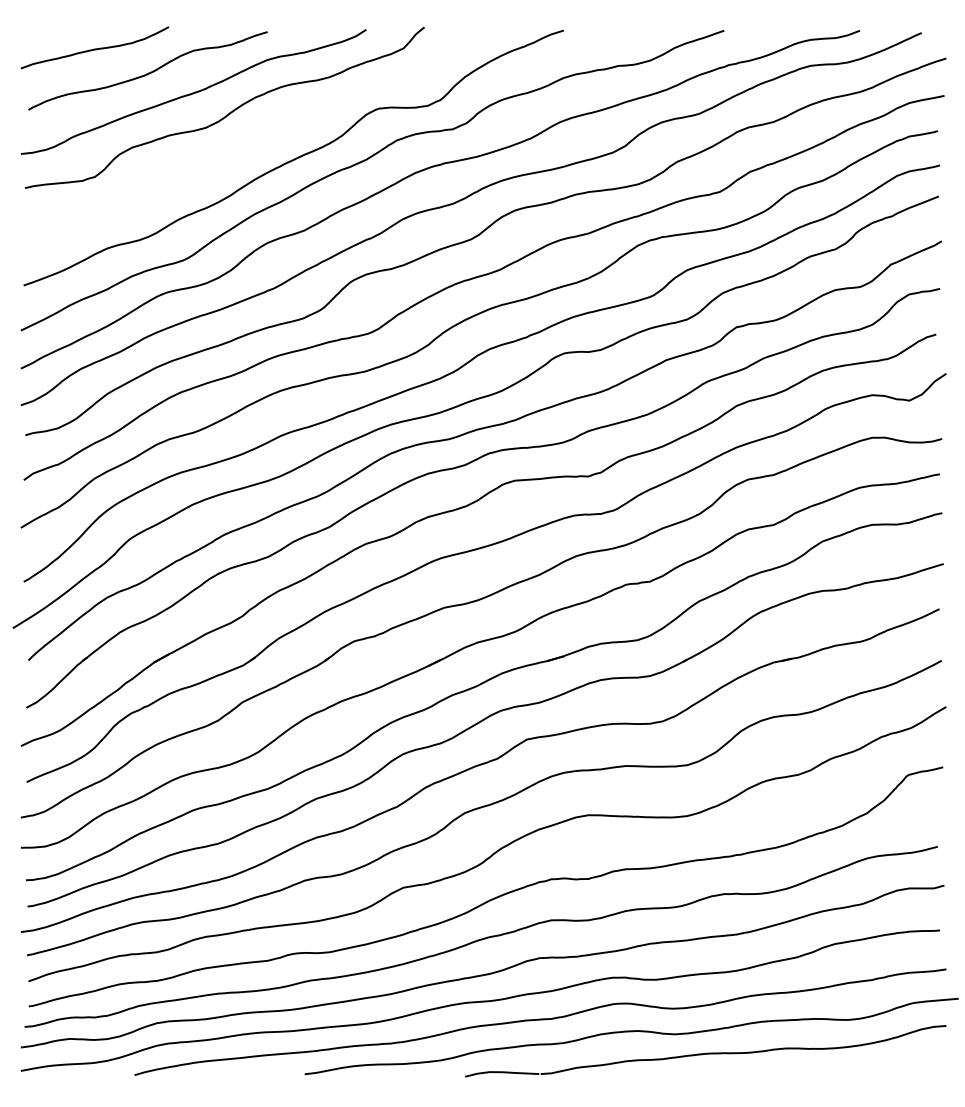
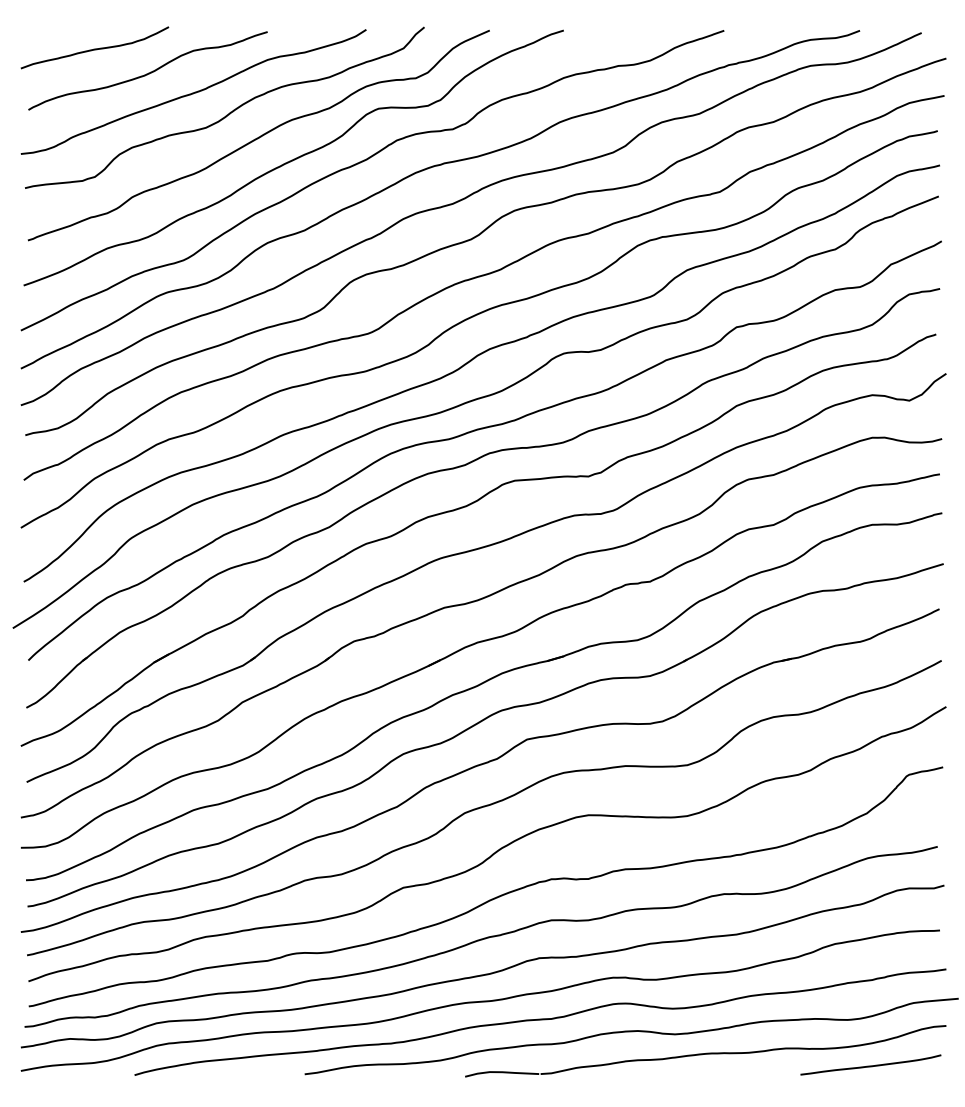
curve at (258, 136): none -> present
curve at (870, 1065): none -> present
